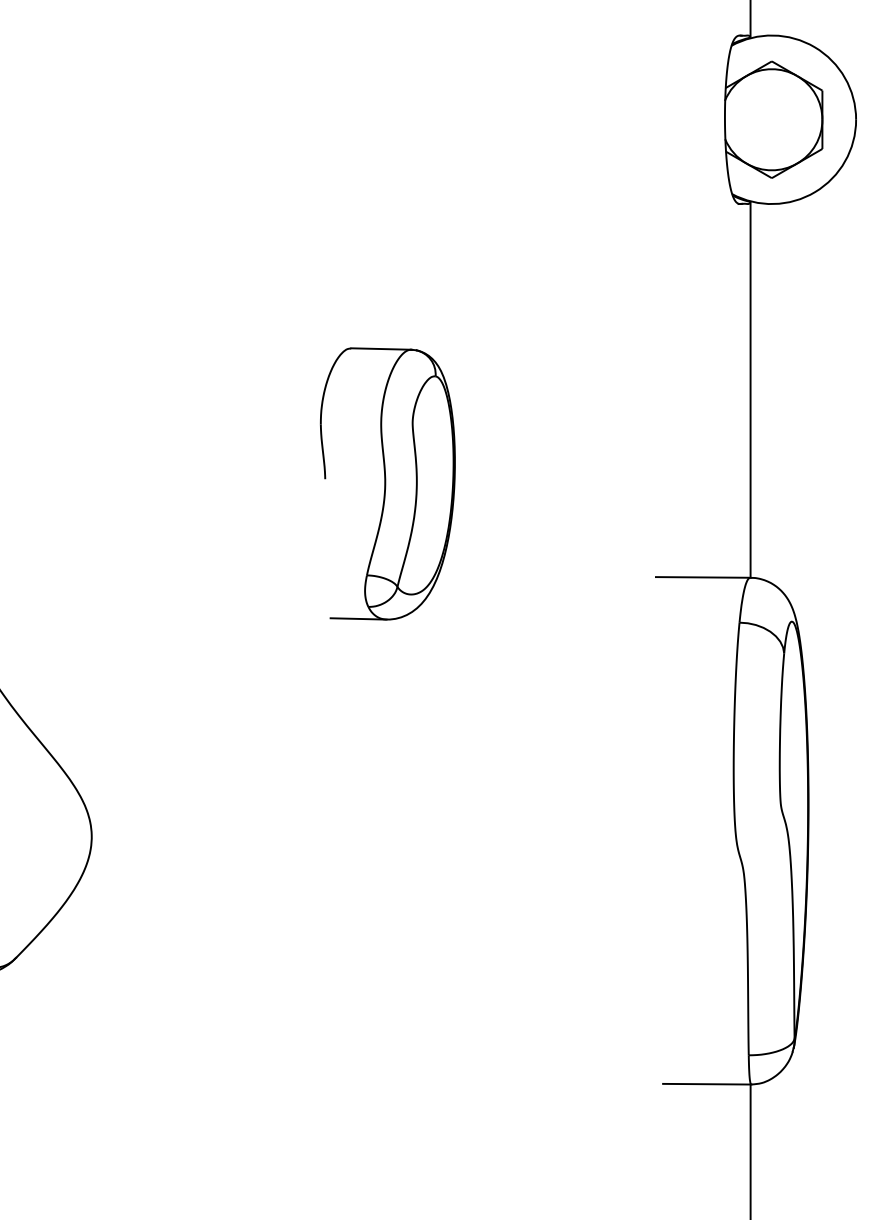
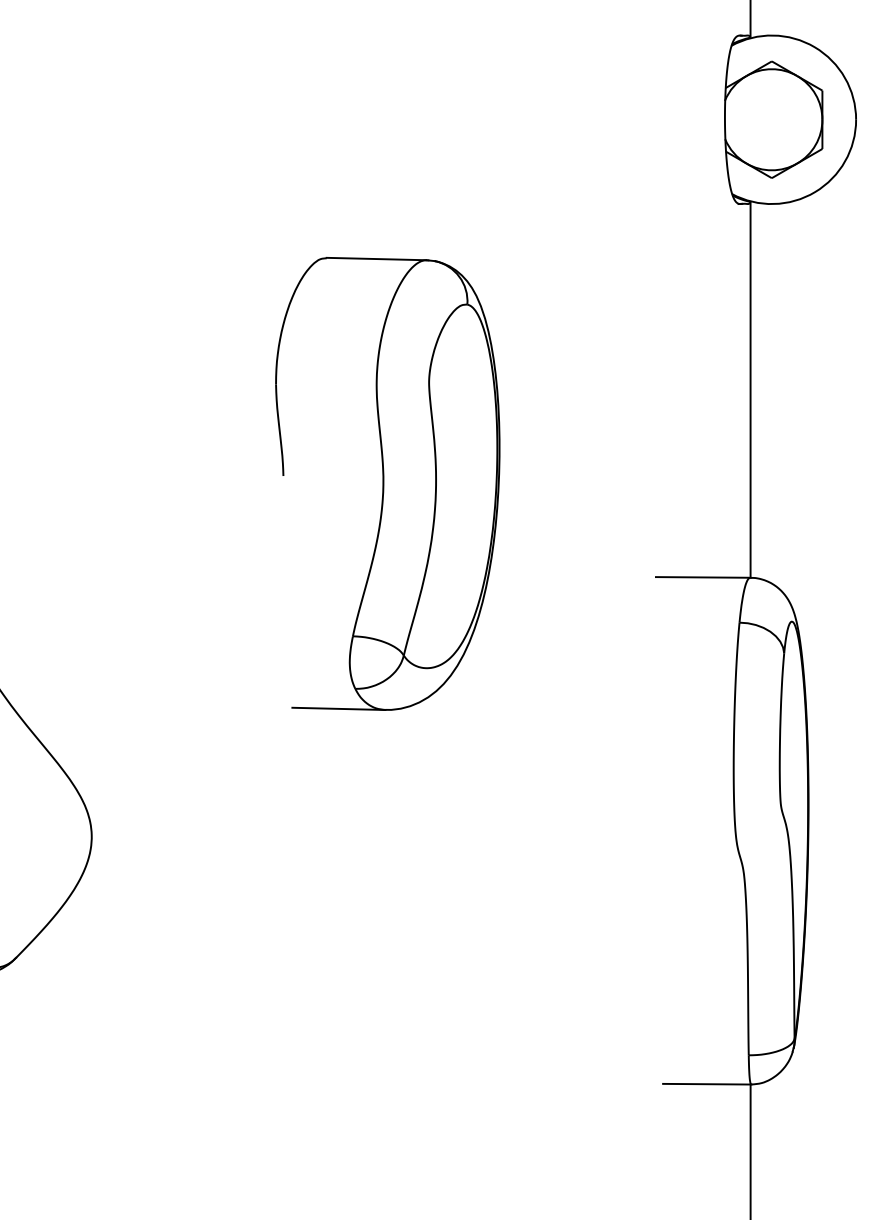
part at (387, 483) size: 136x274 px -> 226x454 px
